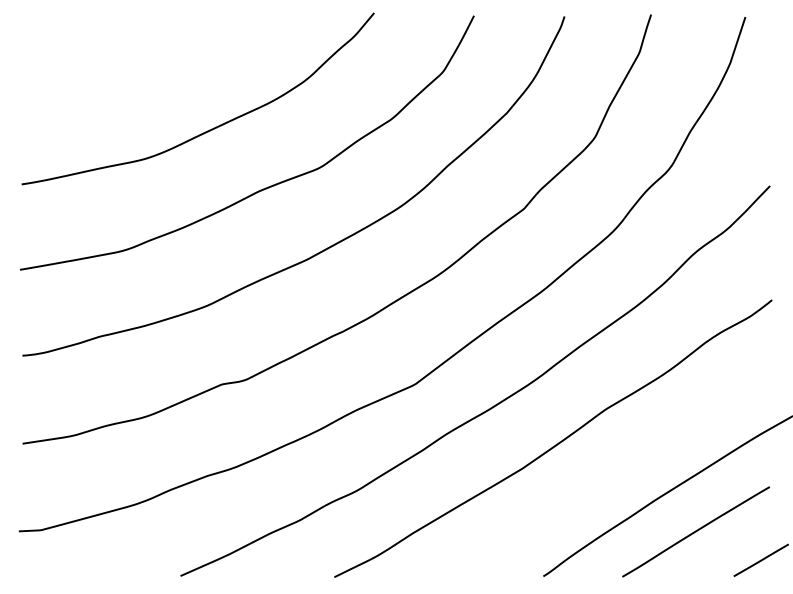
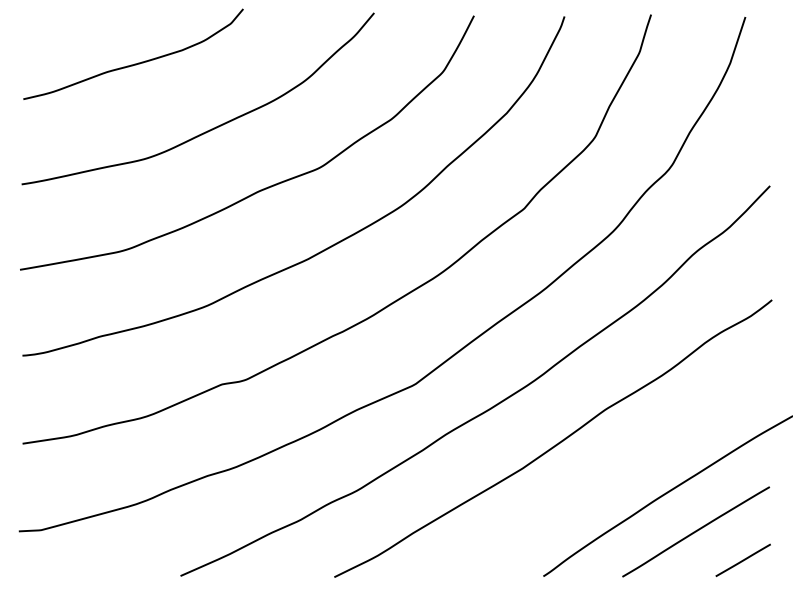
curve at (134, 63): none -> present
line at (760, 559) position: (760, 559) -> (742, 559)
